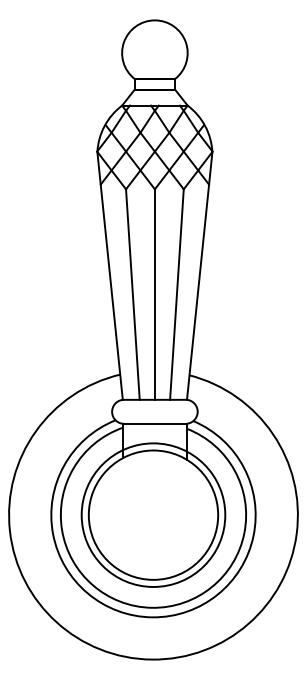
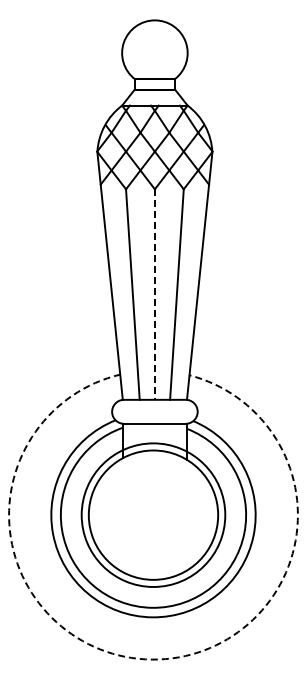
line at (154, 295): solid -> dashed
arc at (152, 659): solid -> dashed
